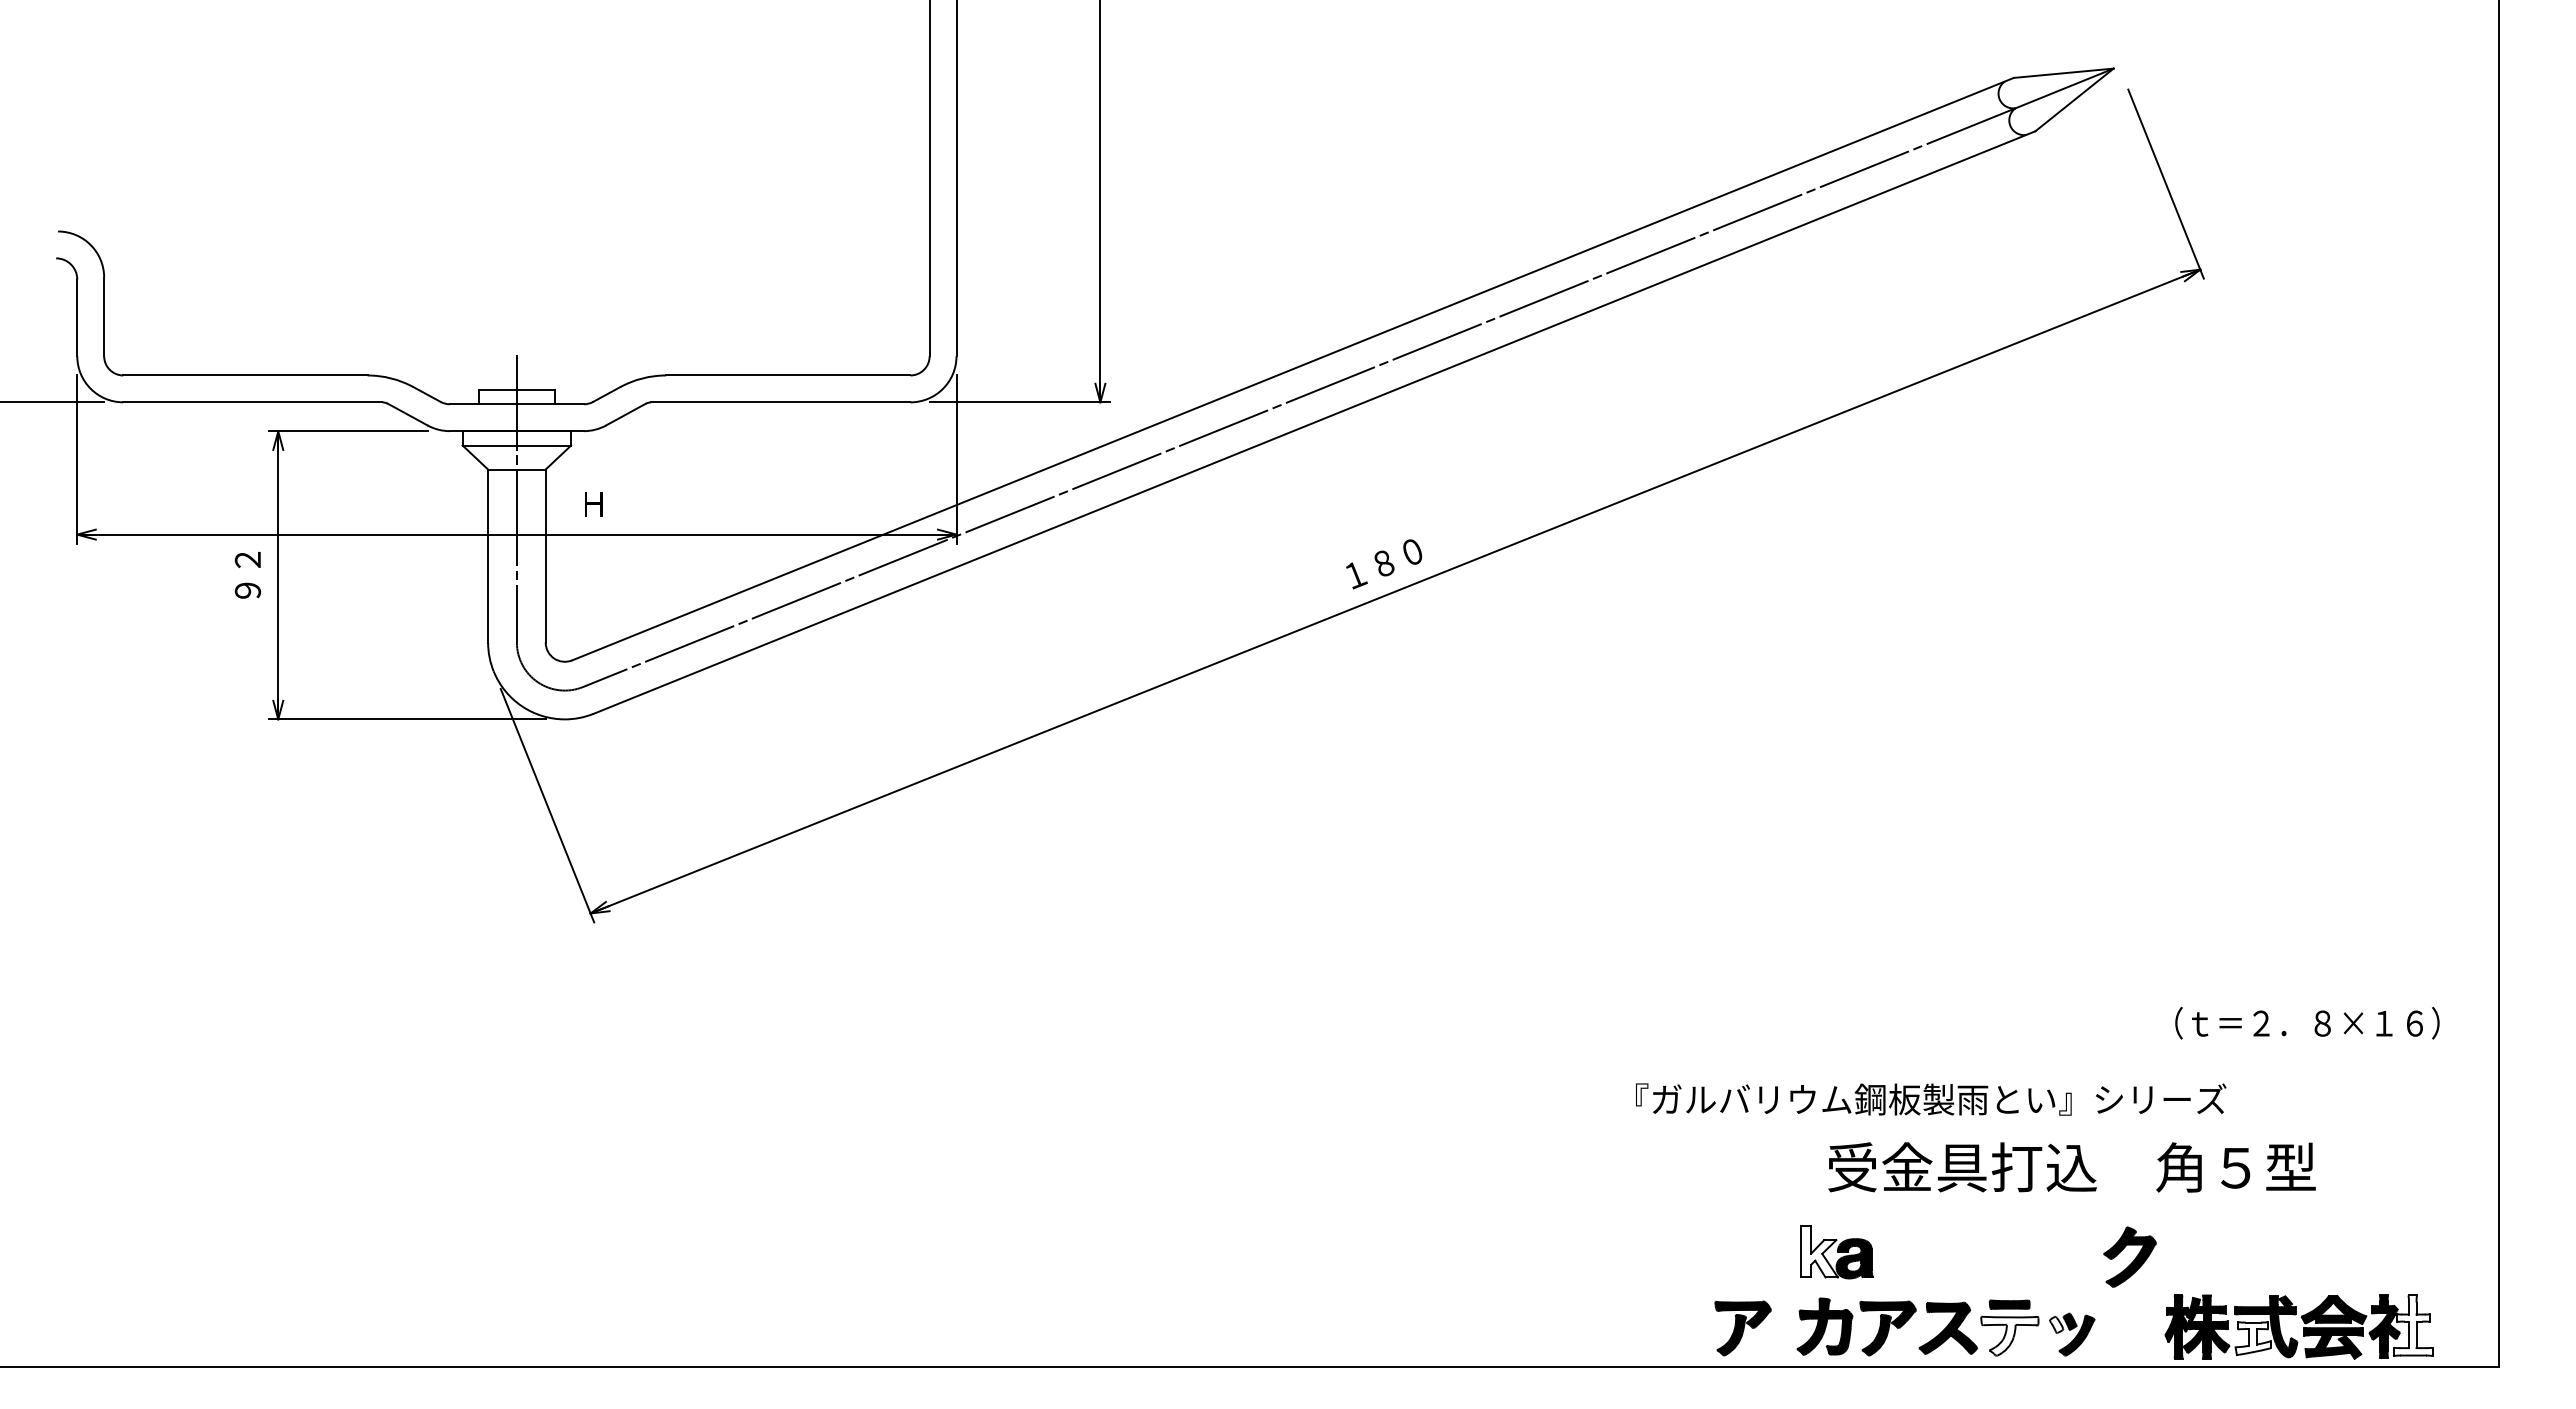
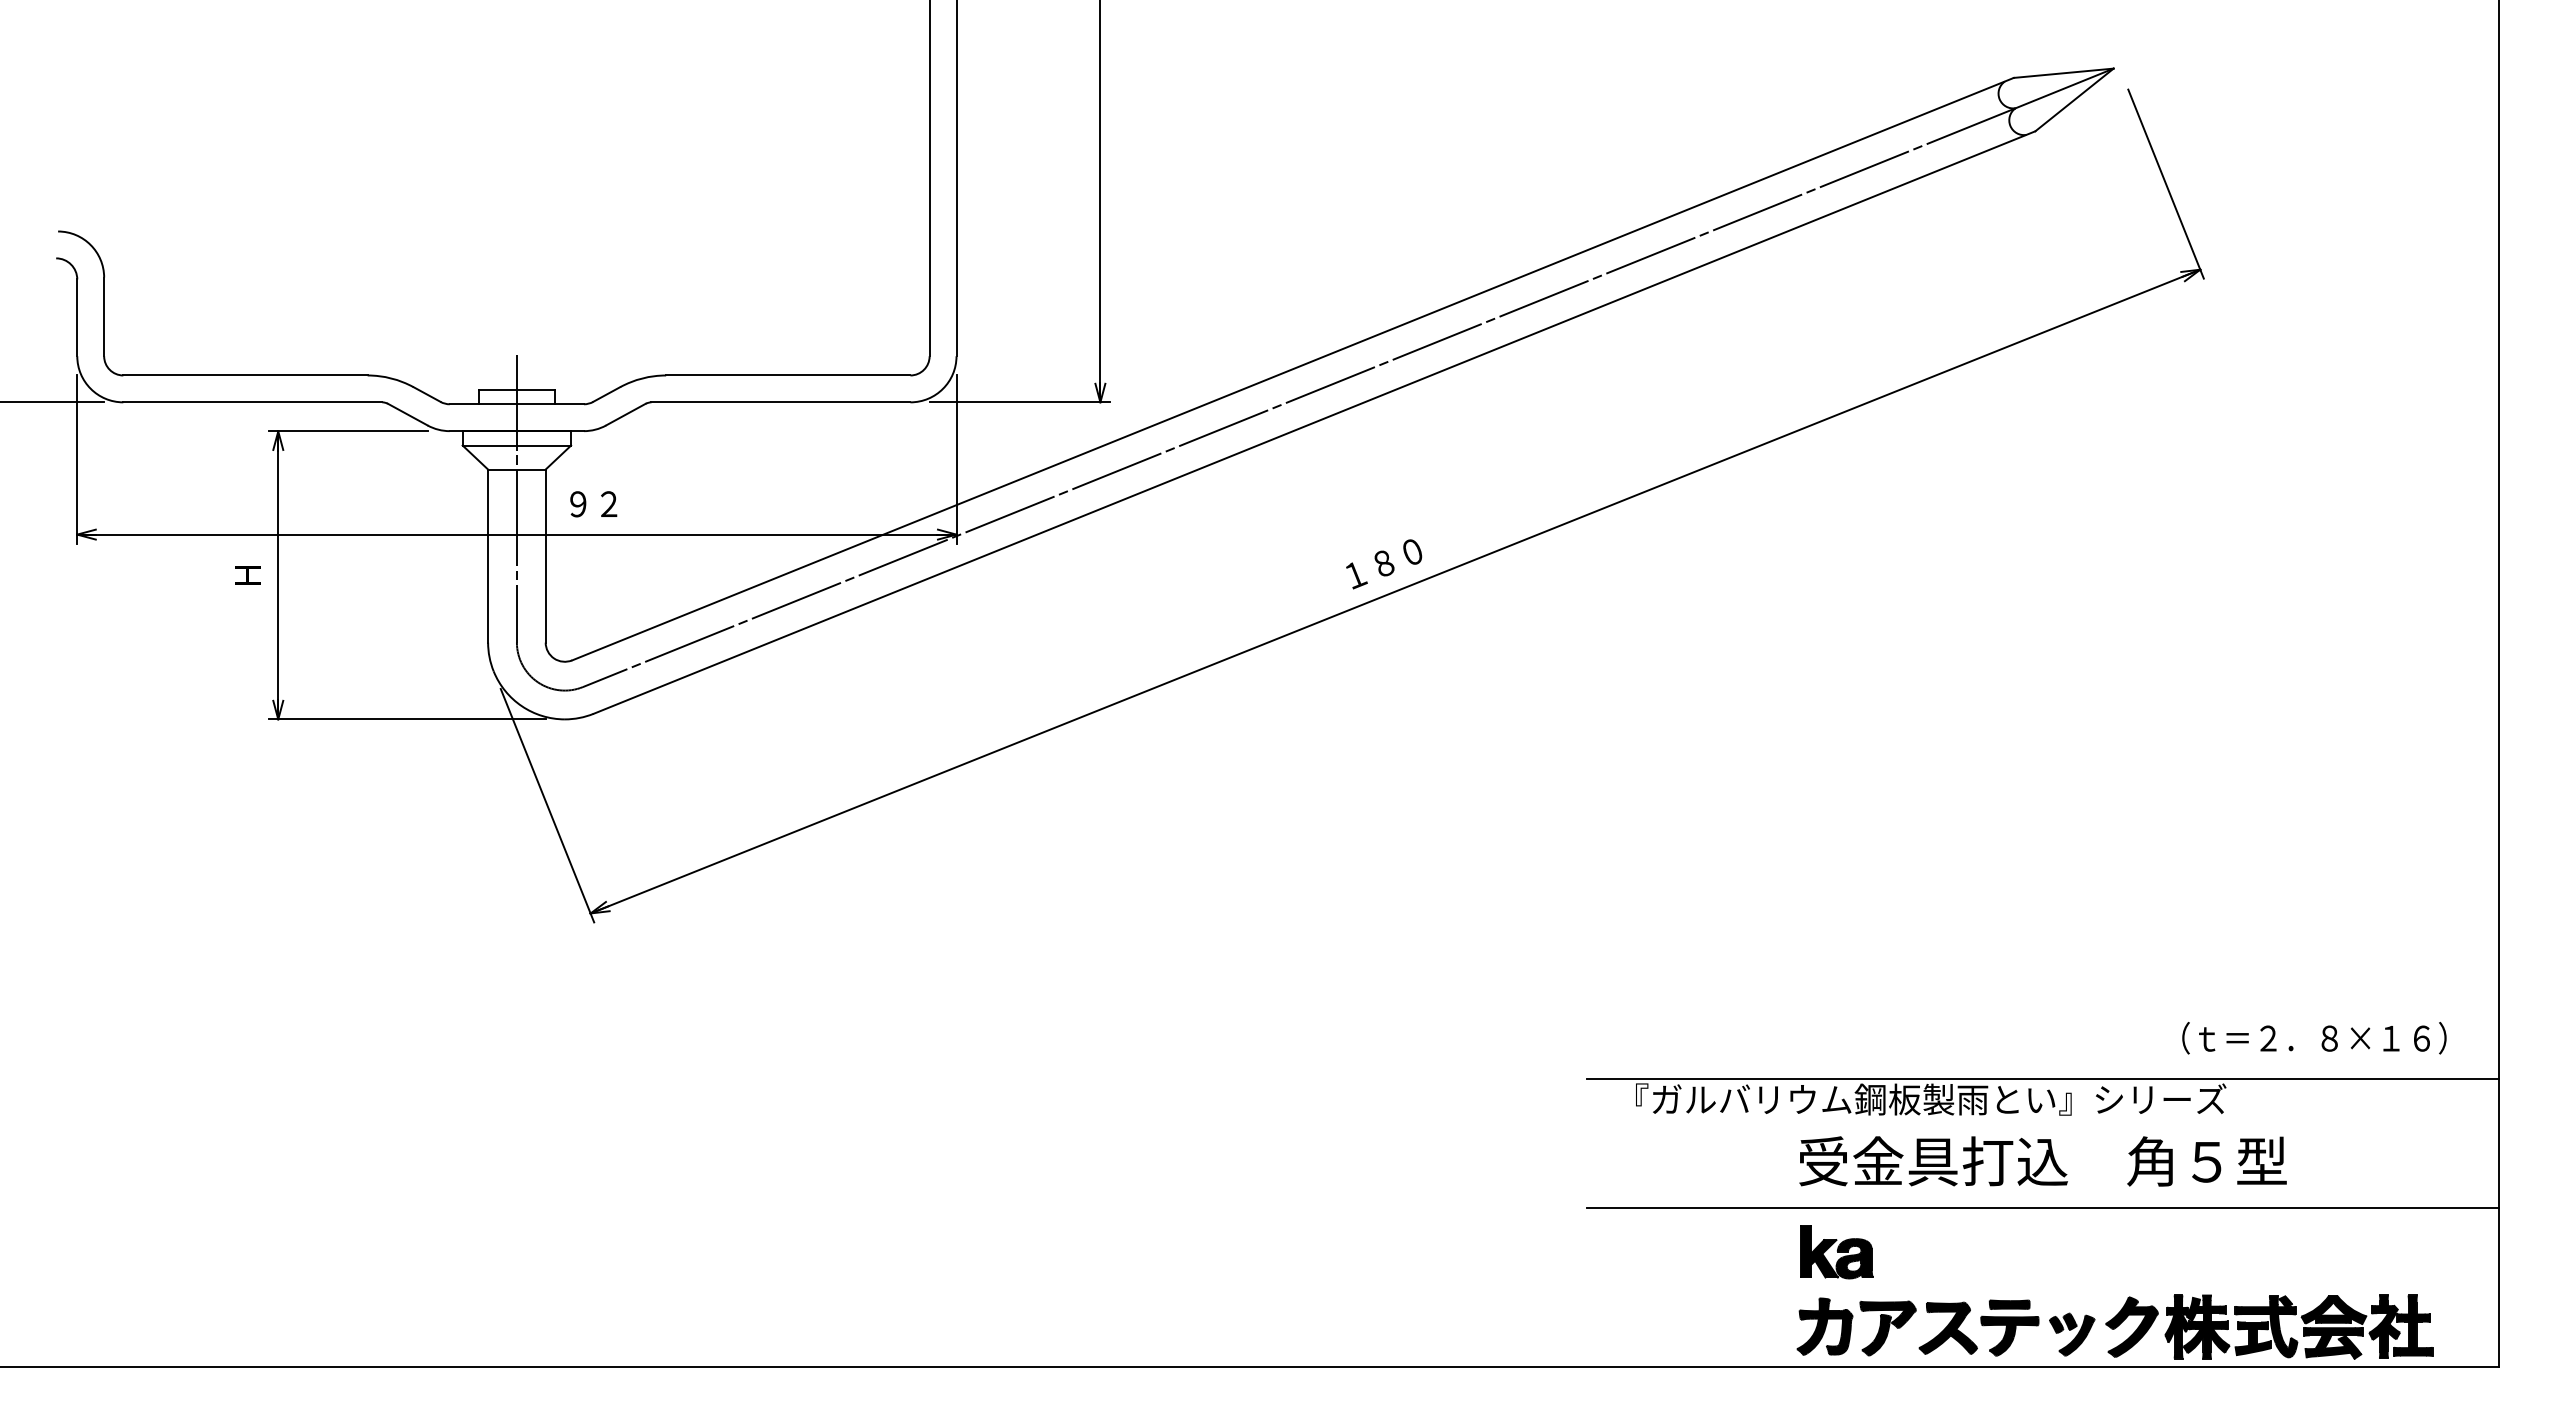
text at (593, 504): Ｈ -> ９２
text at (247, 575): ９２ -> Ｈ
text at (2307, 1023) position: (2307, 1023) -> (2314, 1038)
line at (2042, 1078): none -> present
text at (2071, 1167) position: (2071, 1167) -> (2042, 1161)
line at (2042, 1208): none -> present
fill at (1819, 1251): none -> present
part at (2129, 1256) position: (2129, 1256) -> (2131, 1326)
fill at (2056, 1324): none -> present
fill at (2412, 1325): none -> present
part at (1742, 1328): present -> none
fill at (2009, 1335): none -> present
fill at (2252, 1338): none -> present
